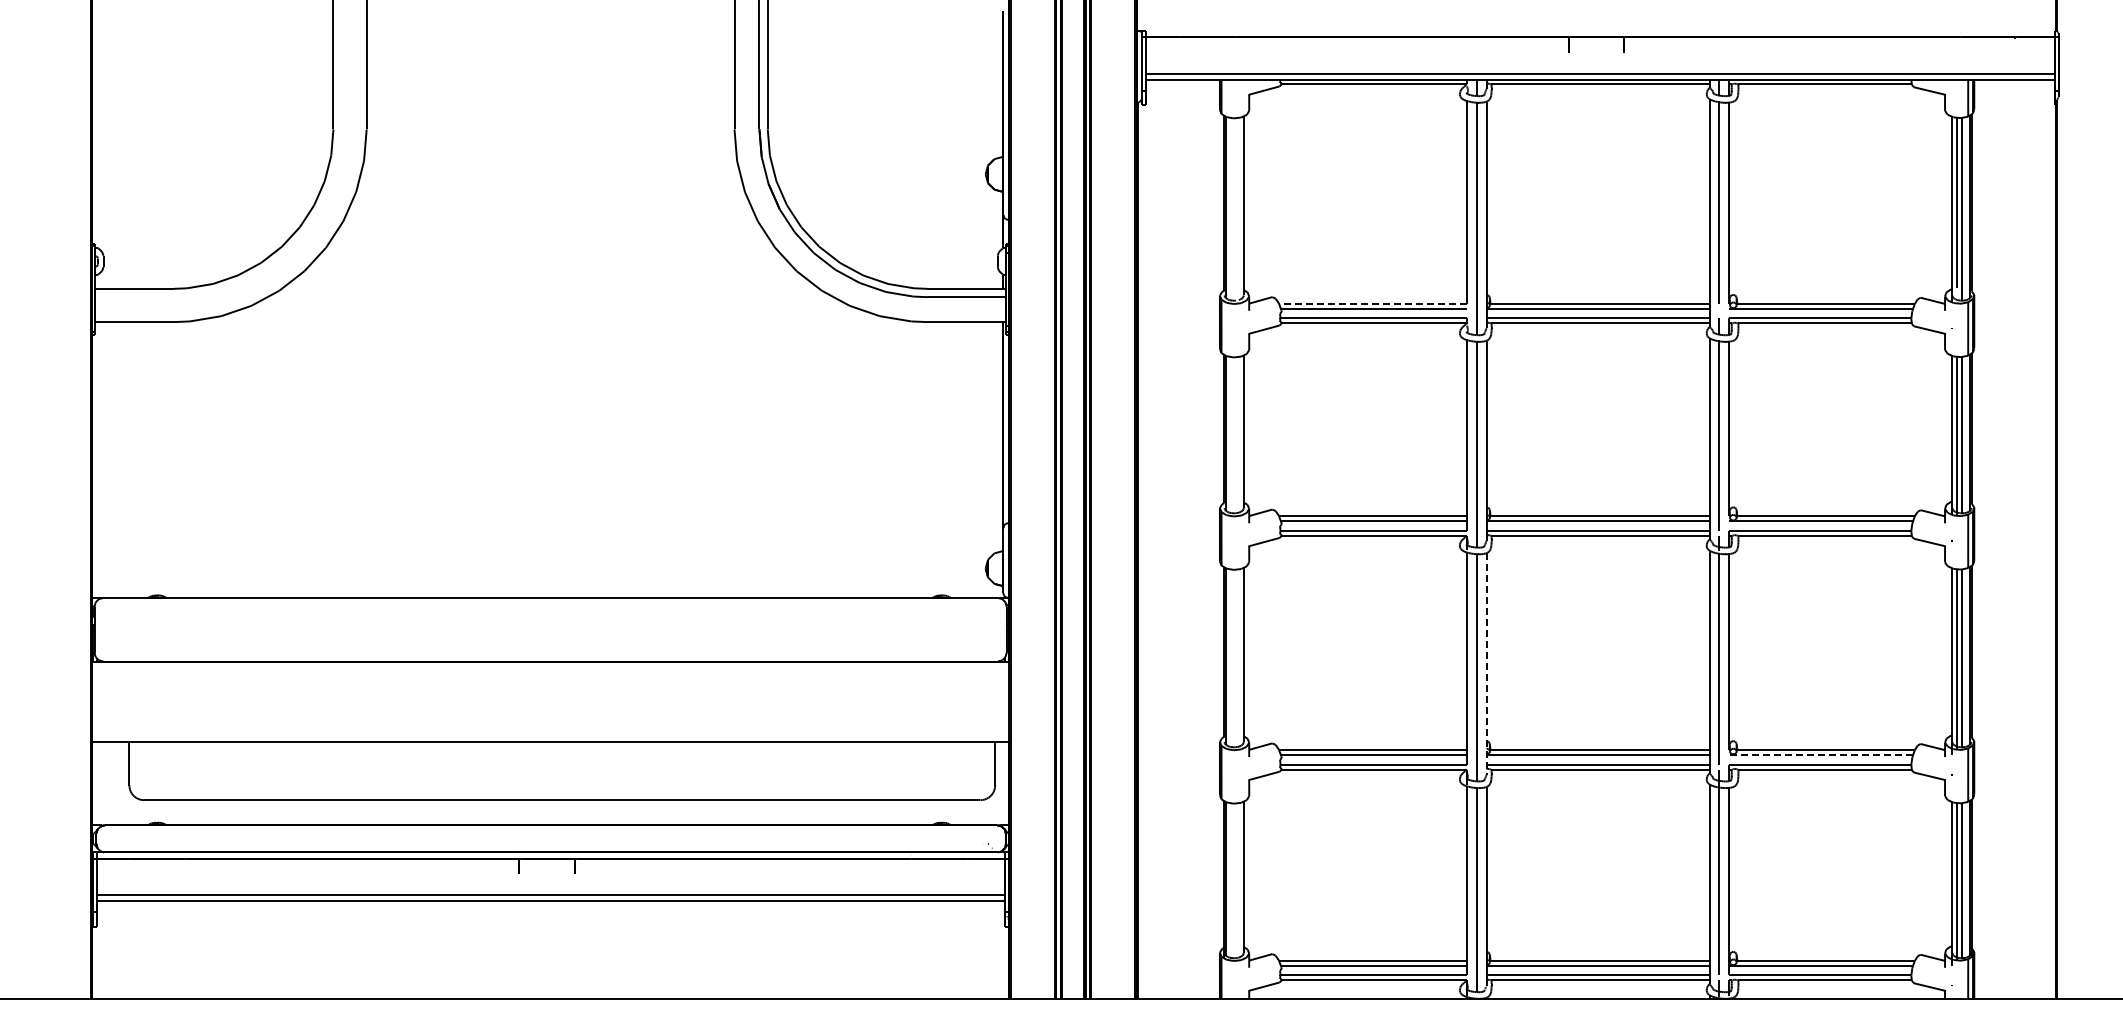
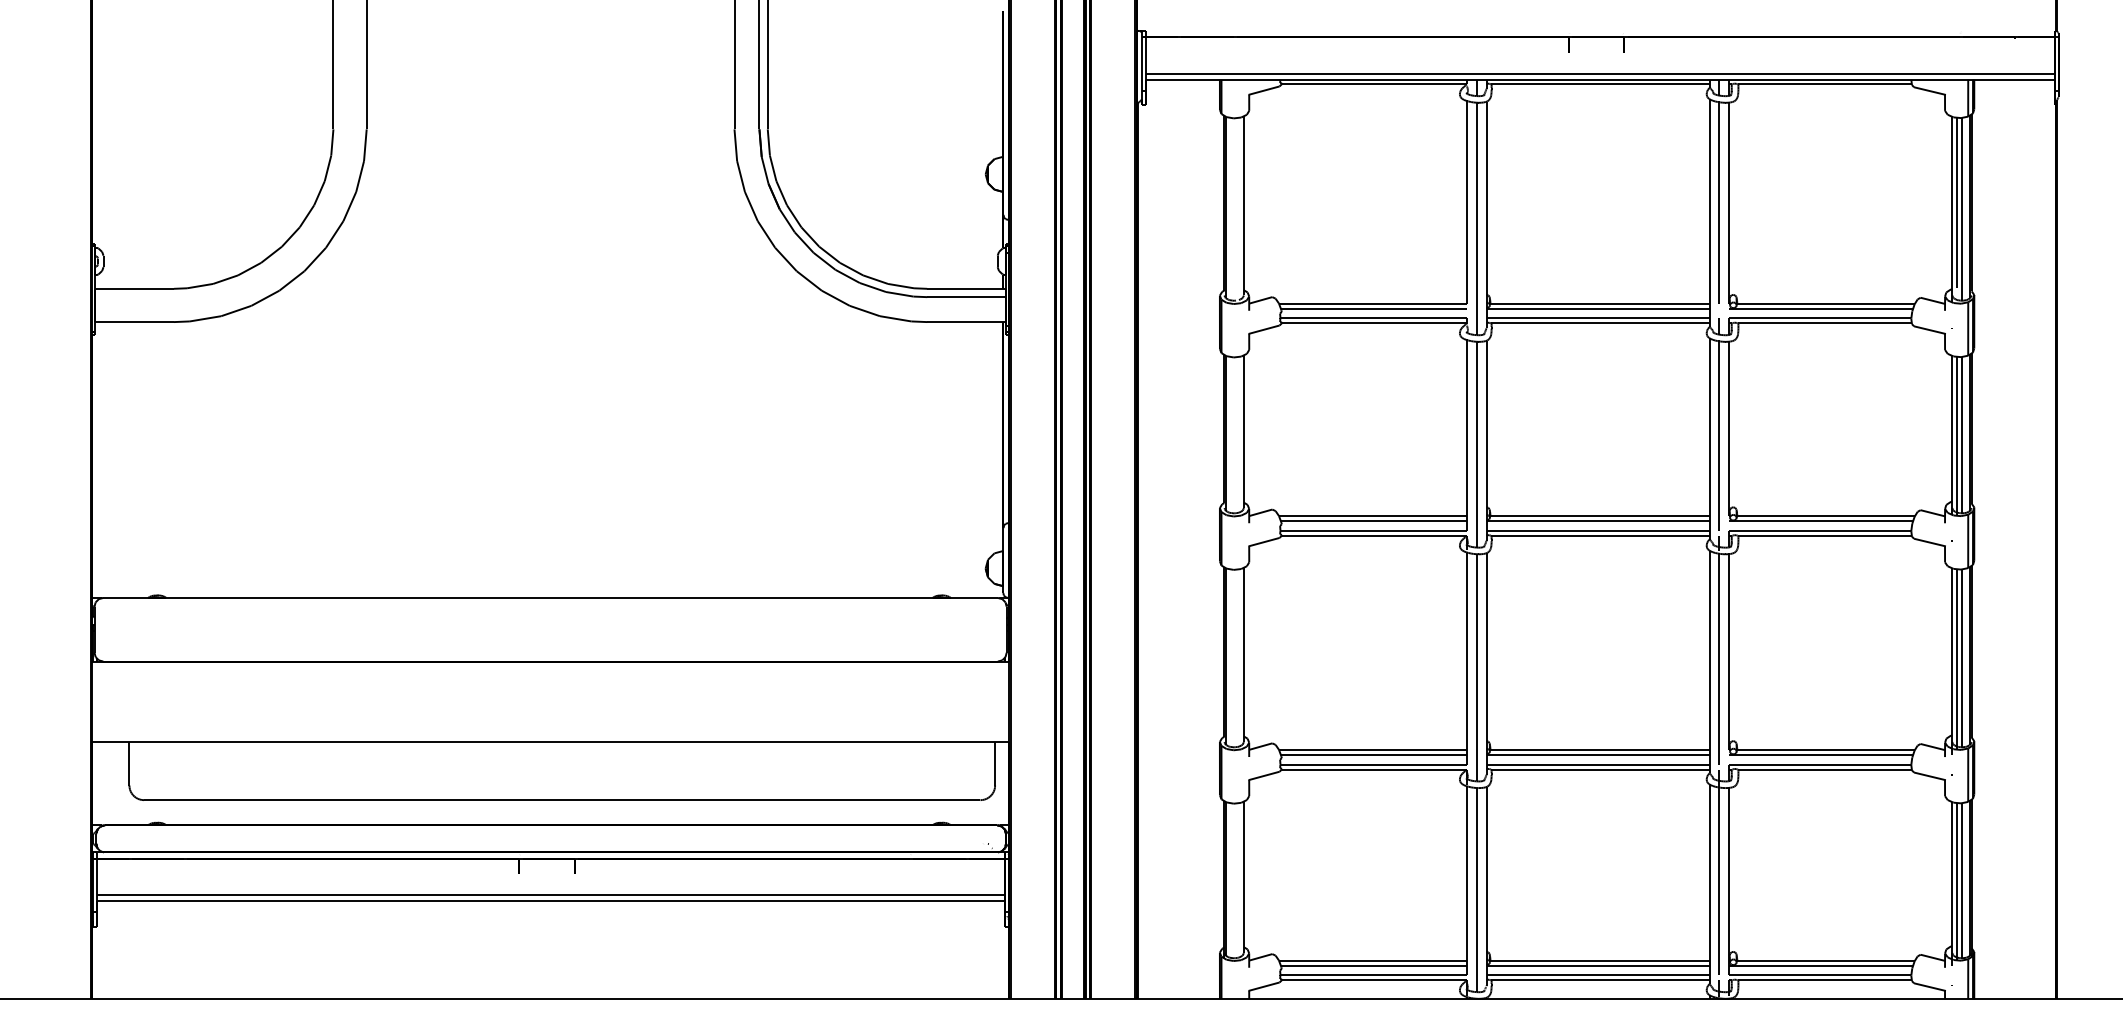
line at (1373, 303): dashed -> solid
line at (1486, 664): dashed -> solid
line at (1820, 754): dashed -> solid
